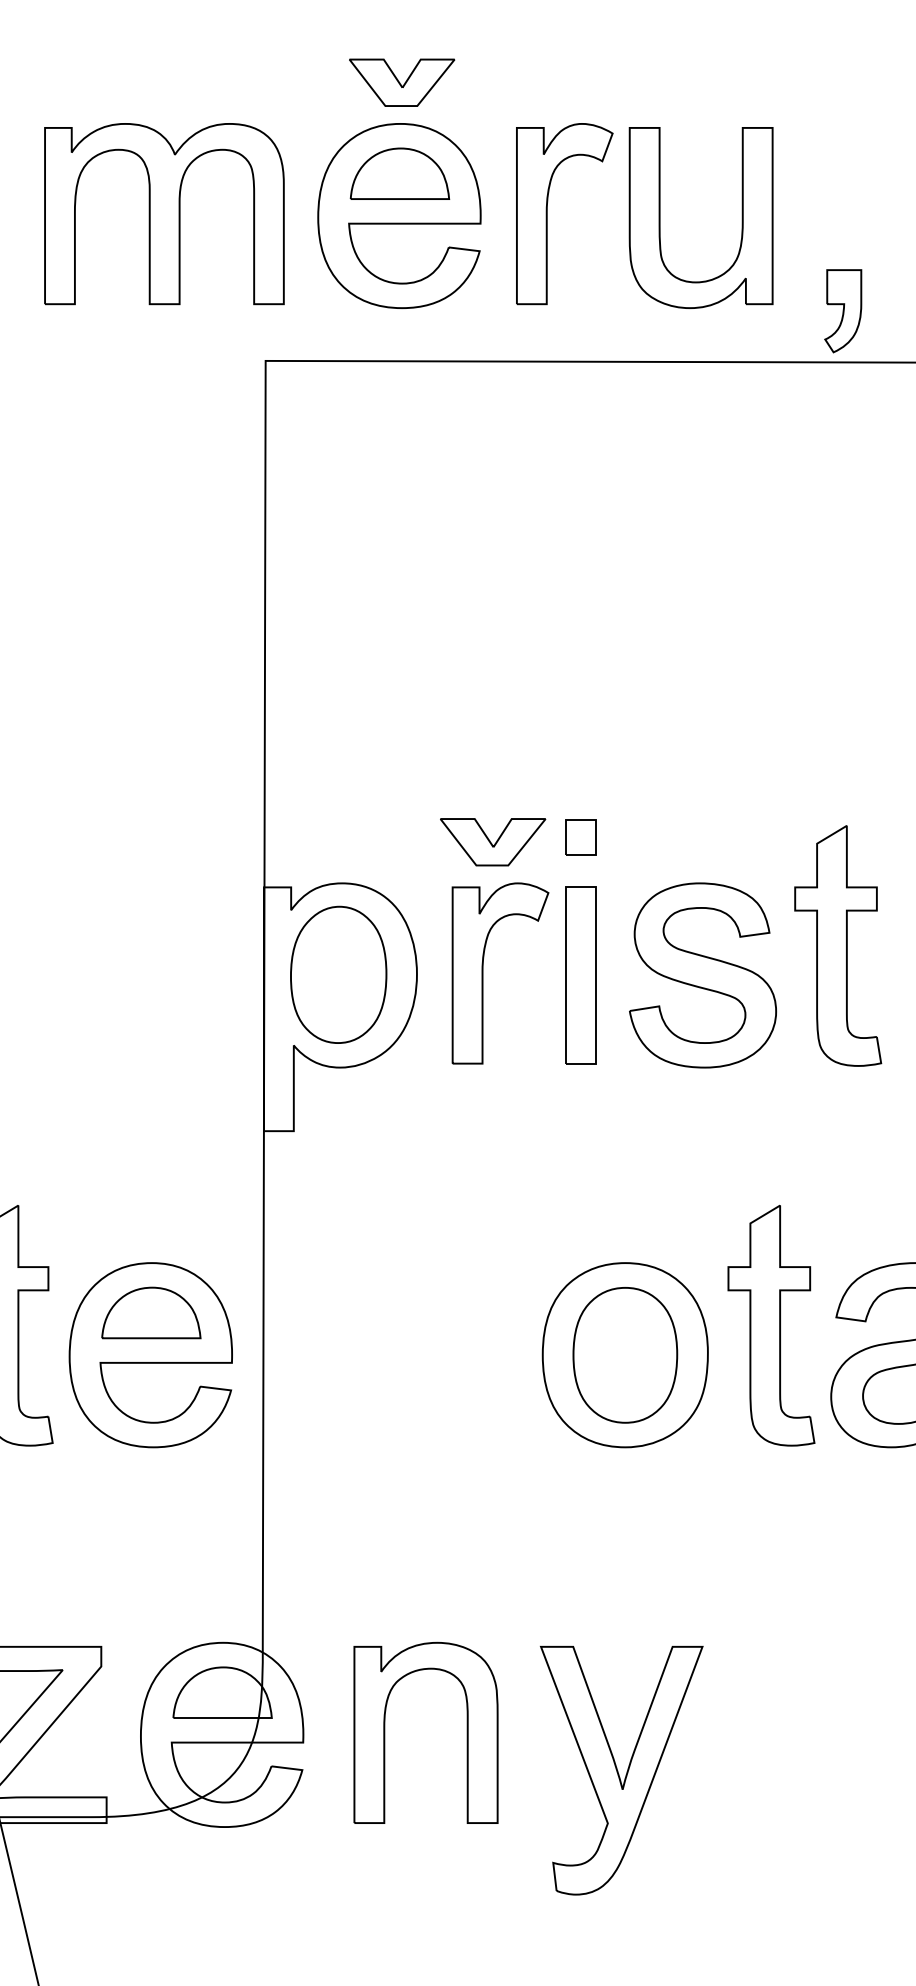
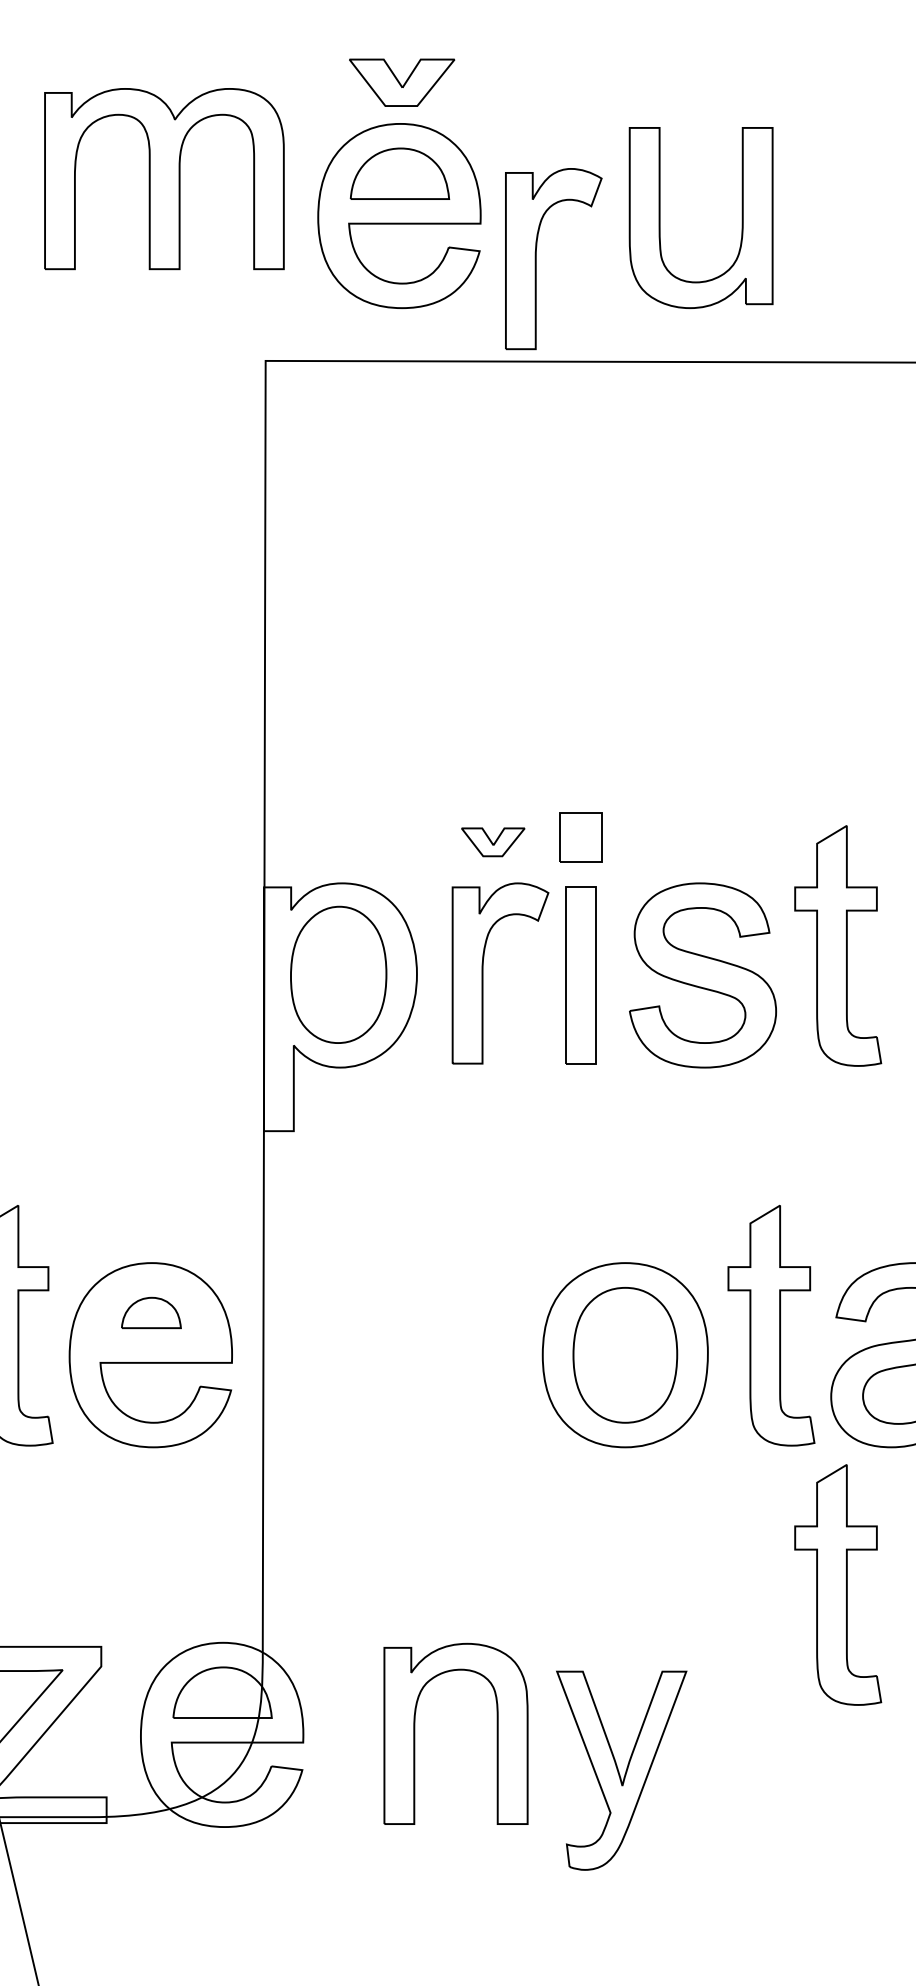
part at (164, 214) position: (164, 214) -> (164, 179)
part at (547, 214) position: (547, 214) -> (536, 259)
part at (843, 311): present -> none
part at (580, 837) size: 32x37 px -> 44x51 px
part at (493, 842) size: 107x49 px -> 65x31 px
part at (151, 1312) size: 101x54 px -> 61x34 px
part at (838, 1584): none -> present
part at (385, 1732) position: (385, 1732) -> (415, 1733)
part at (621, 1770) size: 165x250 px -> 132x201 px
